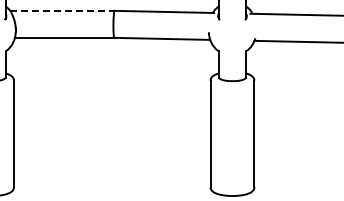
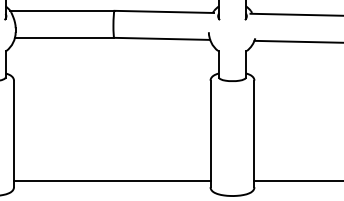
line at (62, 10): dashed -> solid
line at (111, 181): none -> present
line at (297, 181): none -> present
